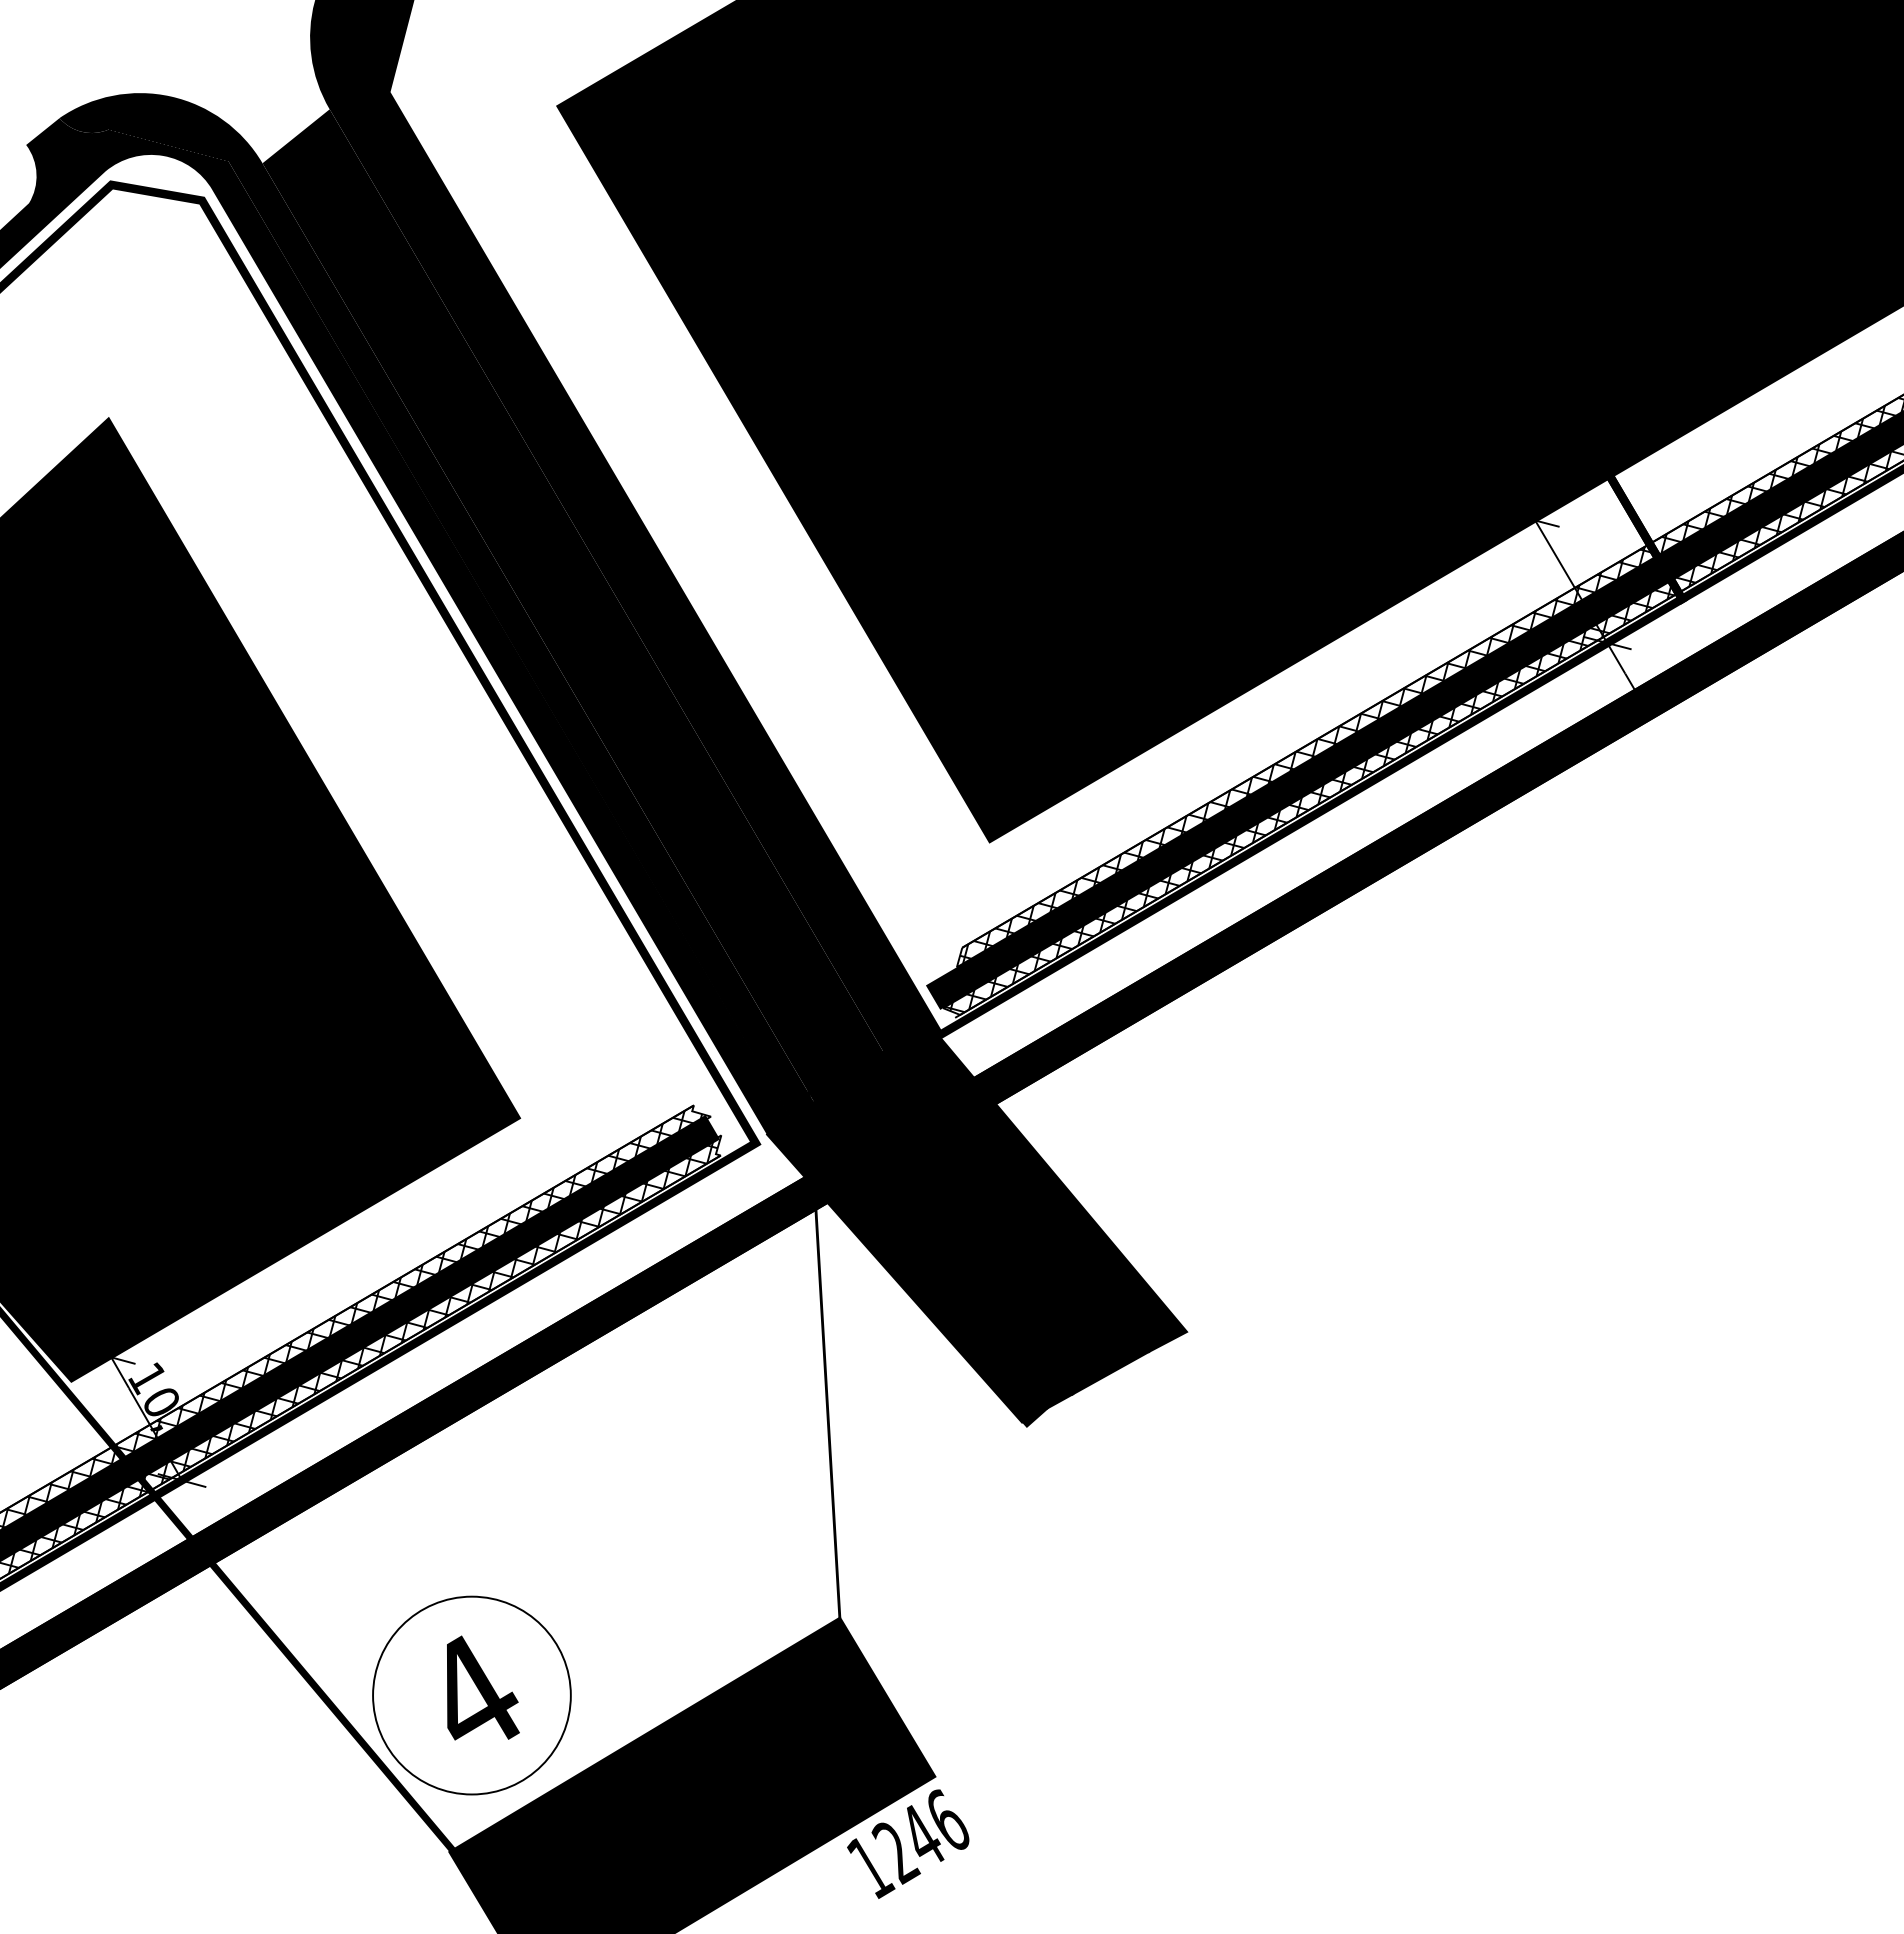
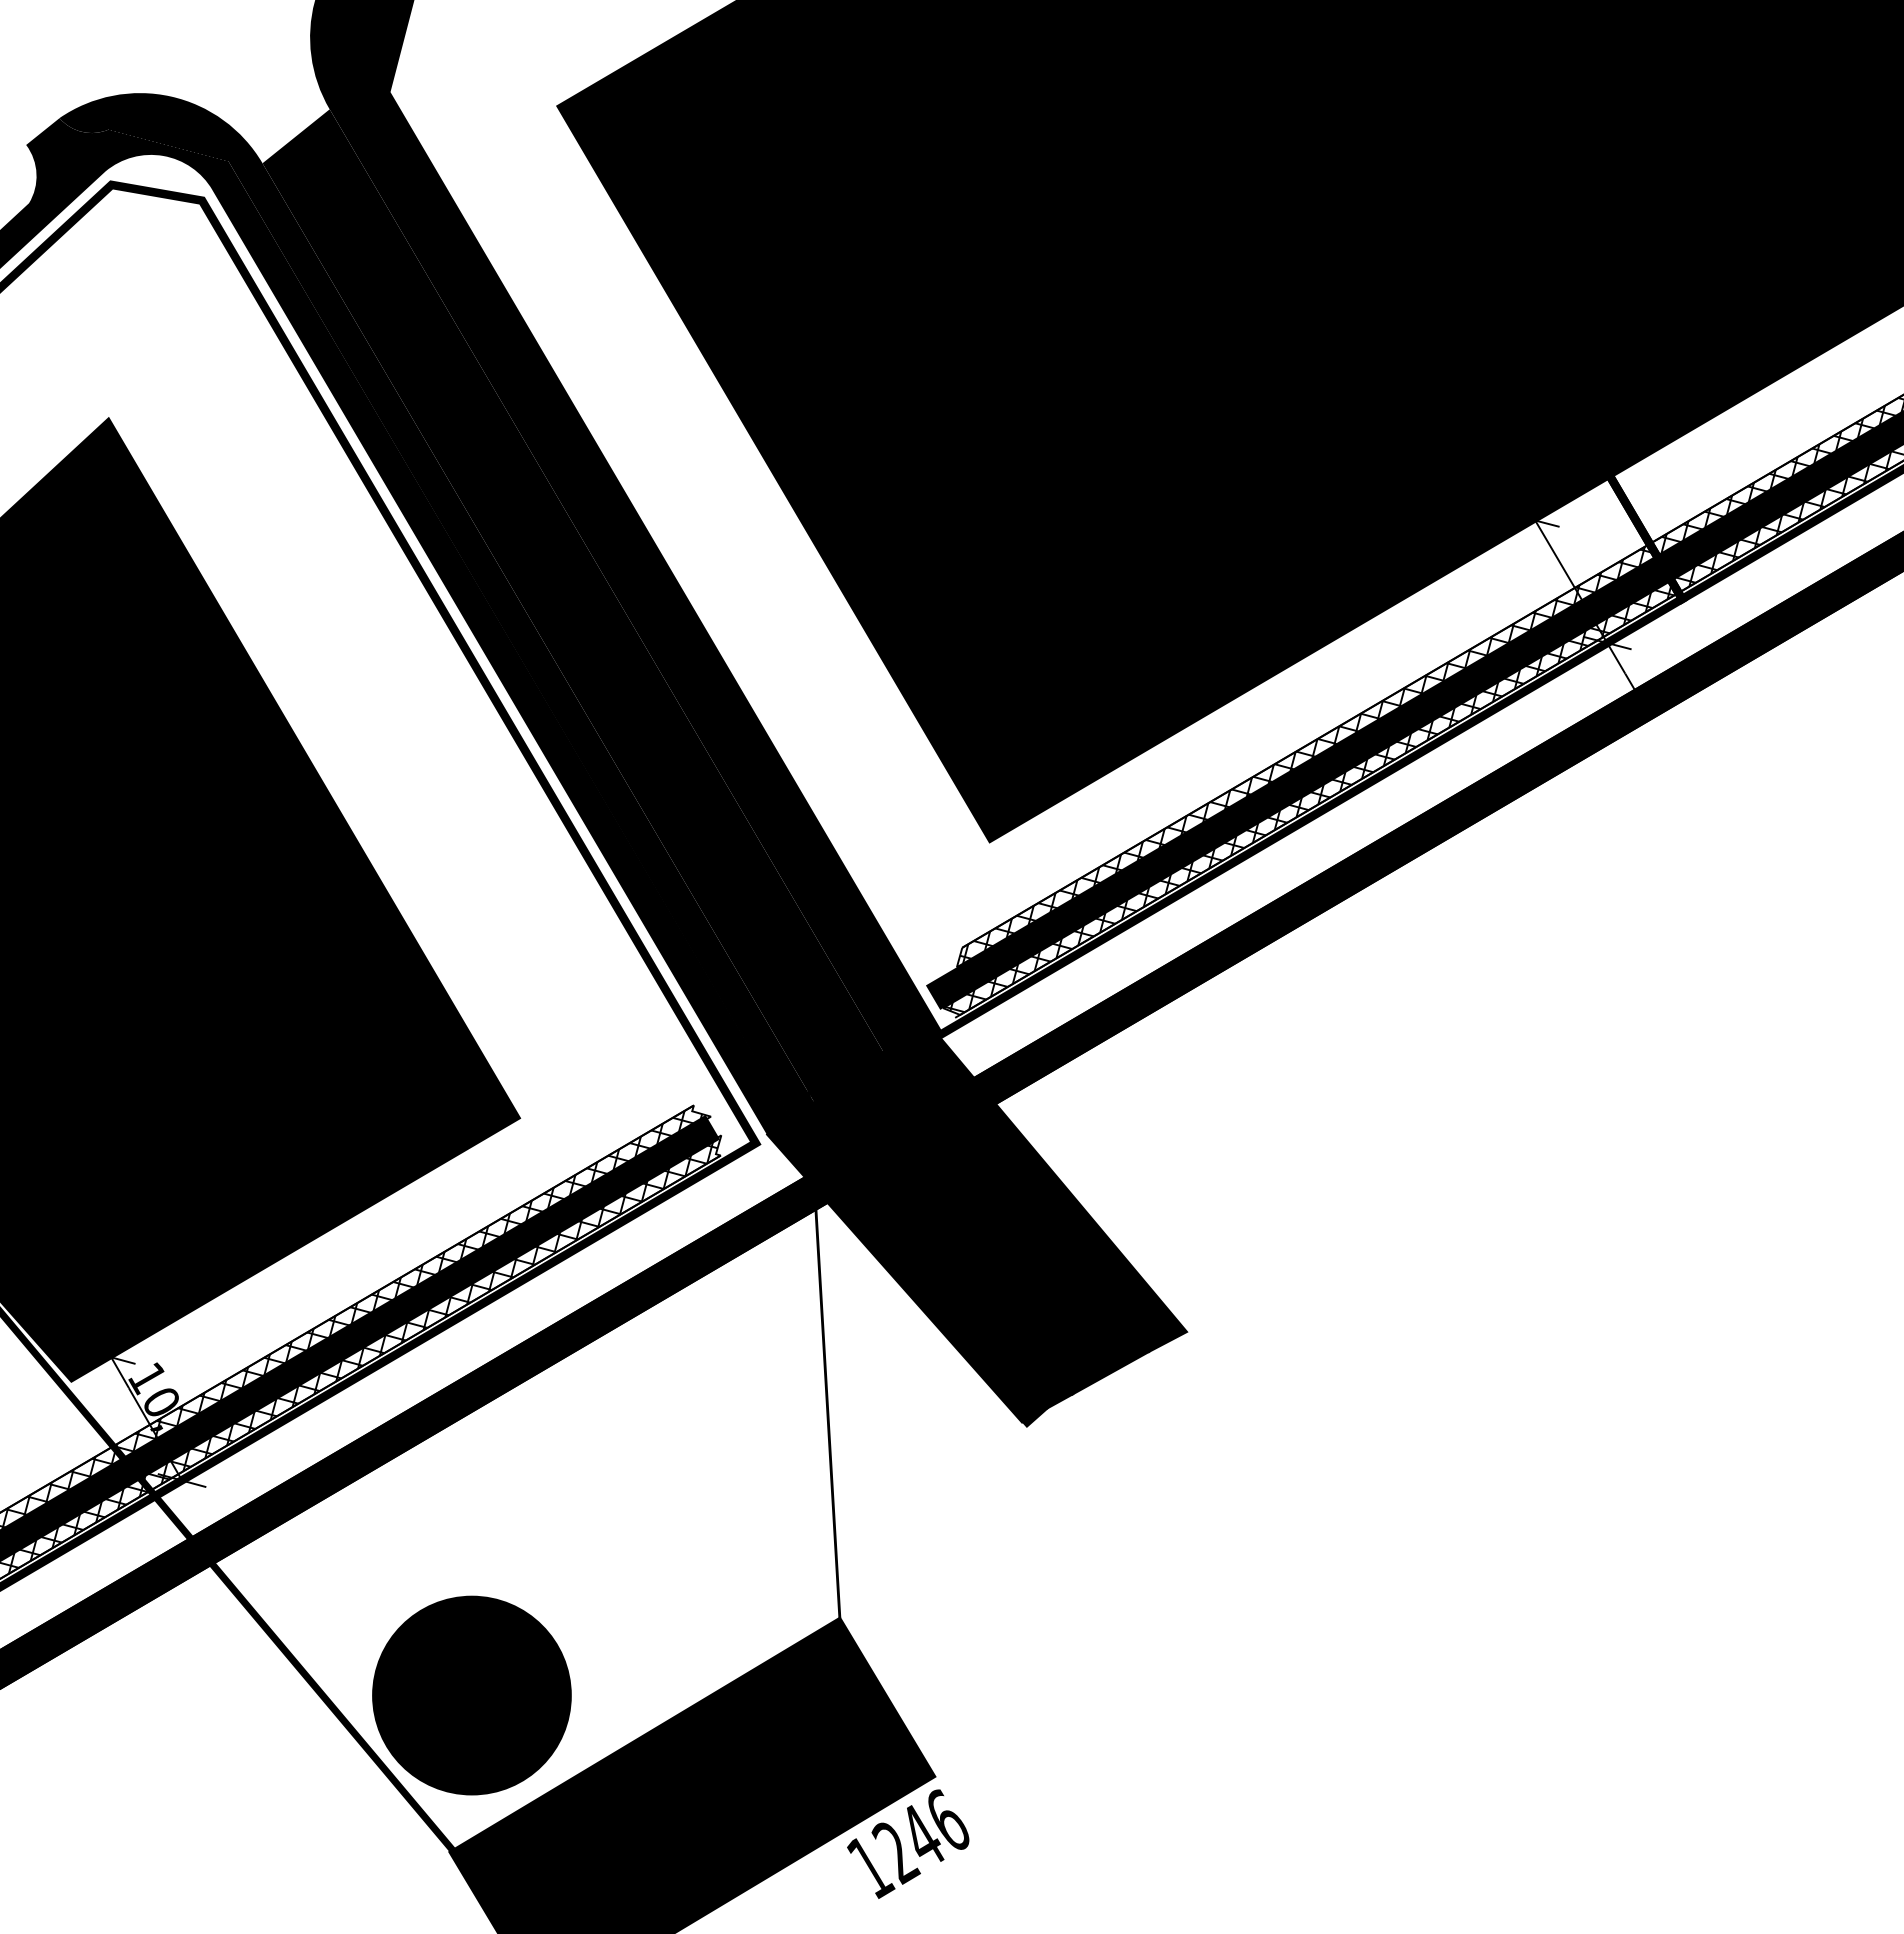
fill at (471, 1695): none -> present
